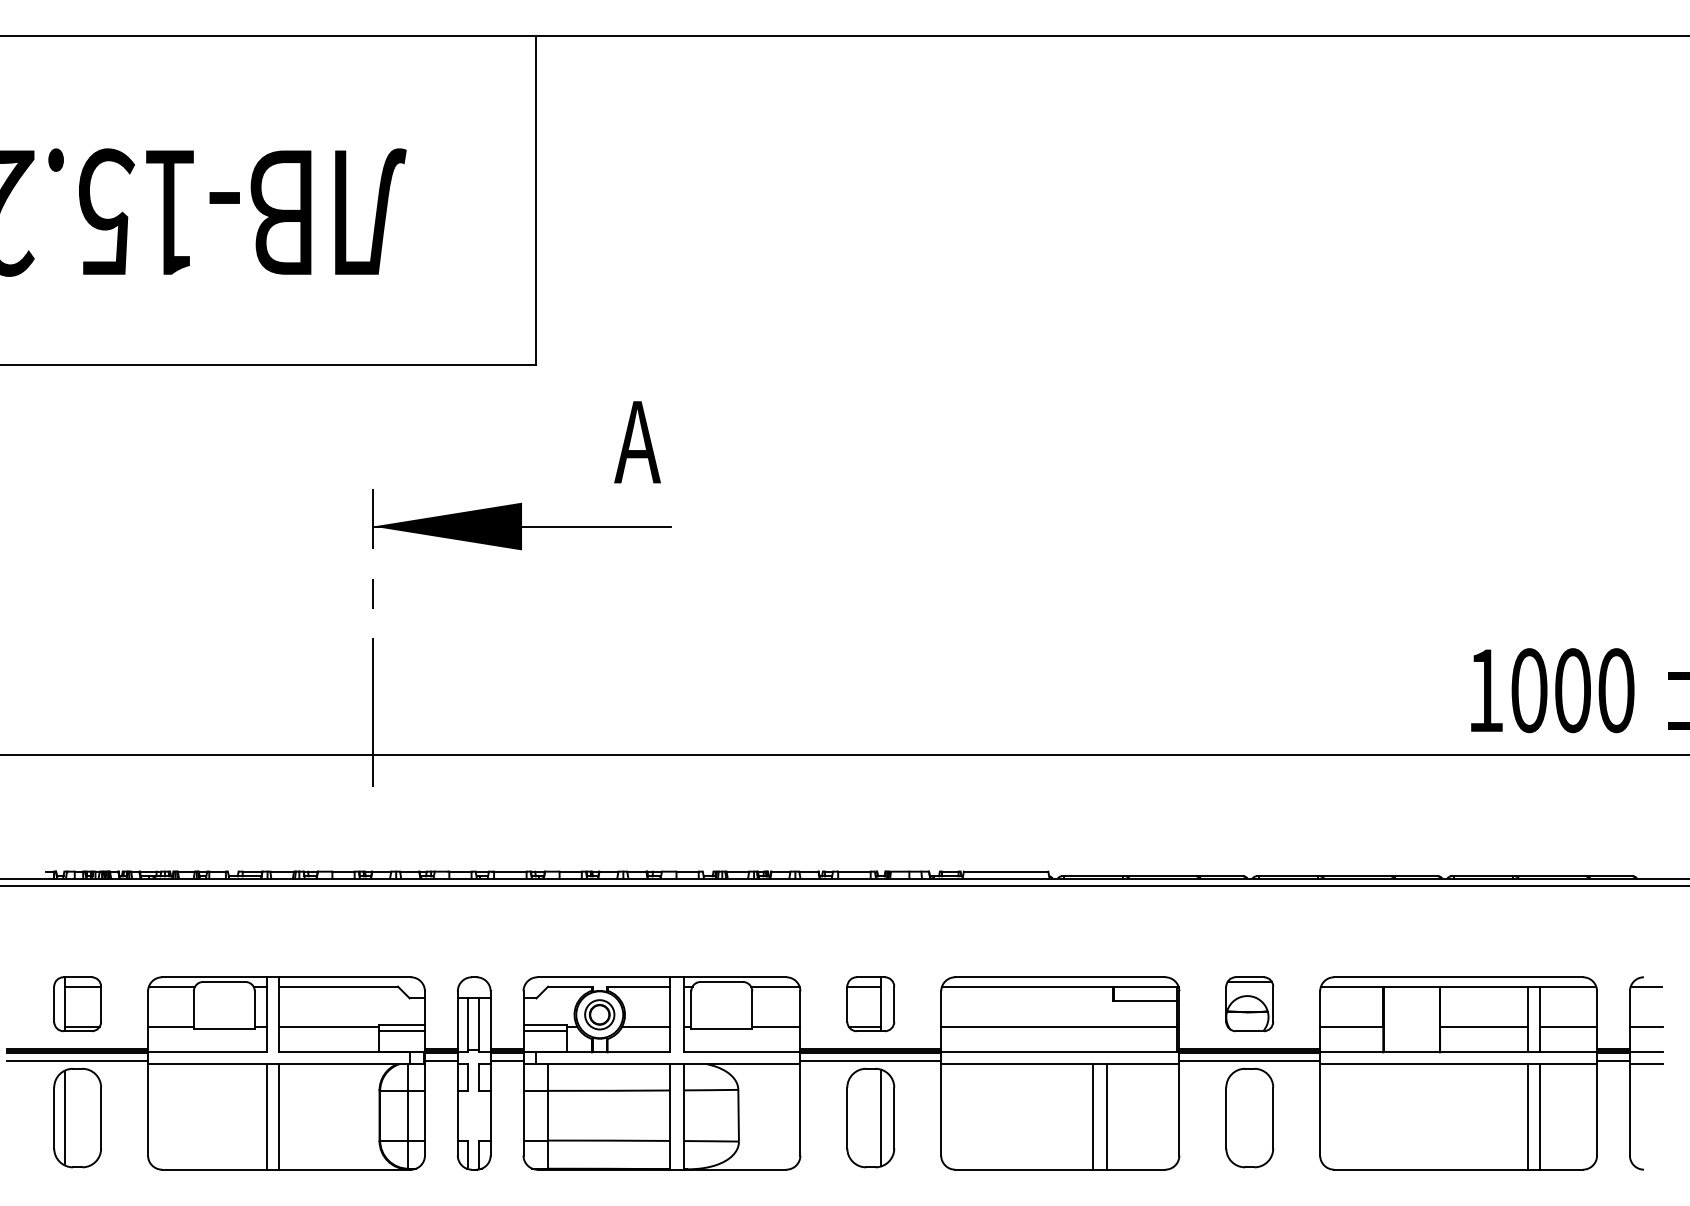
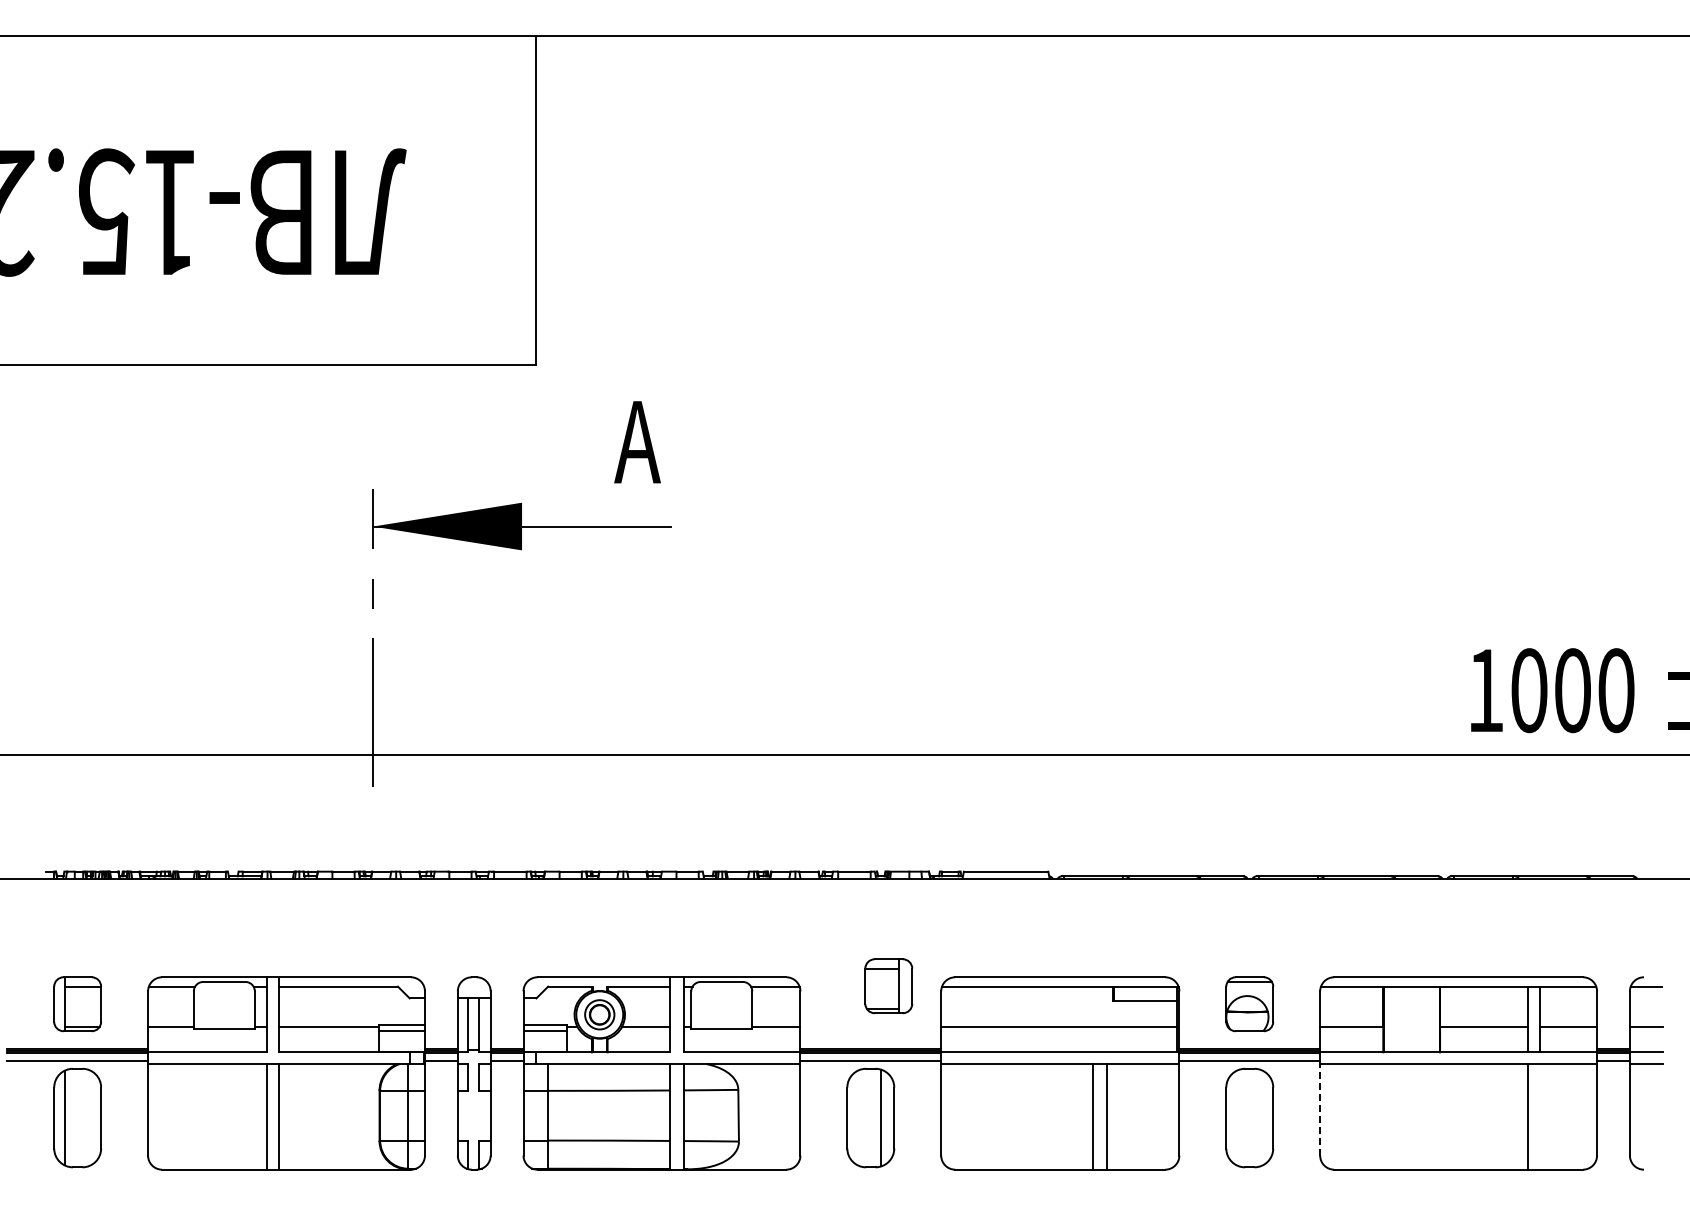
line at (844, 886): present -> none
part at (870, 1004) position: (870, 1004) -> (888, 986)
line at (1320, 1109): solid -> dashed
line at (1539, 1116): present -> none
